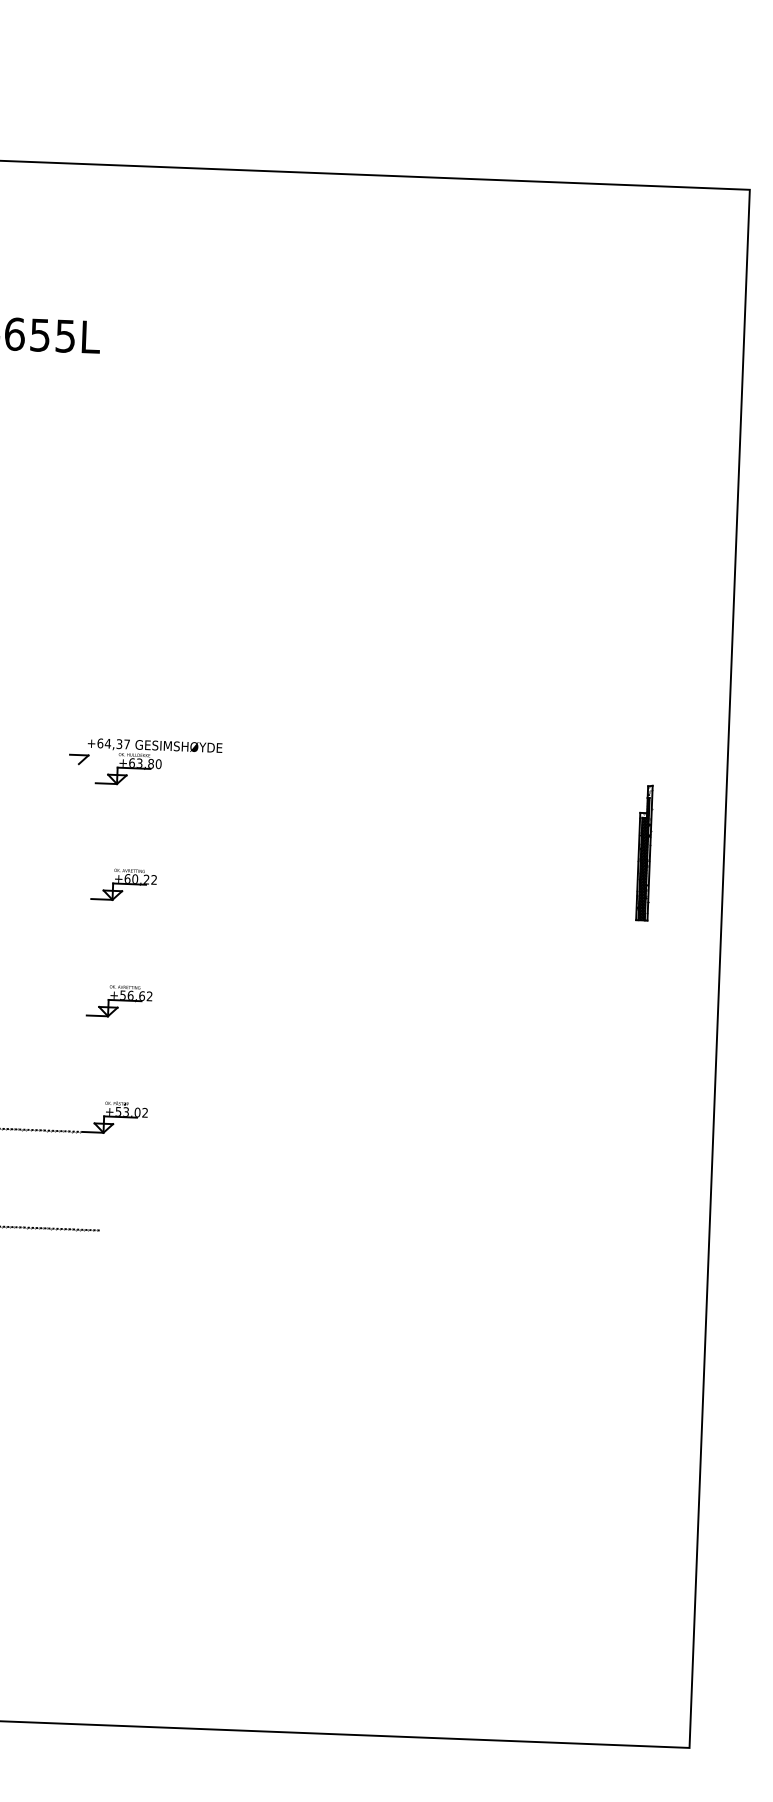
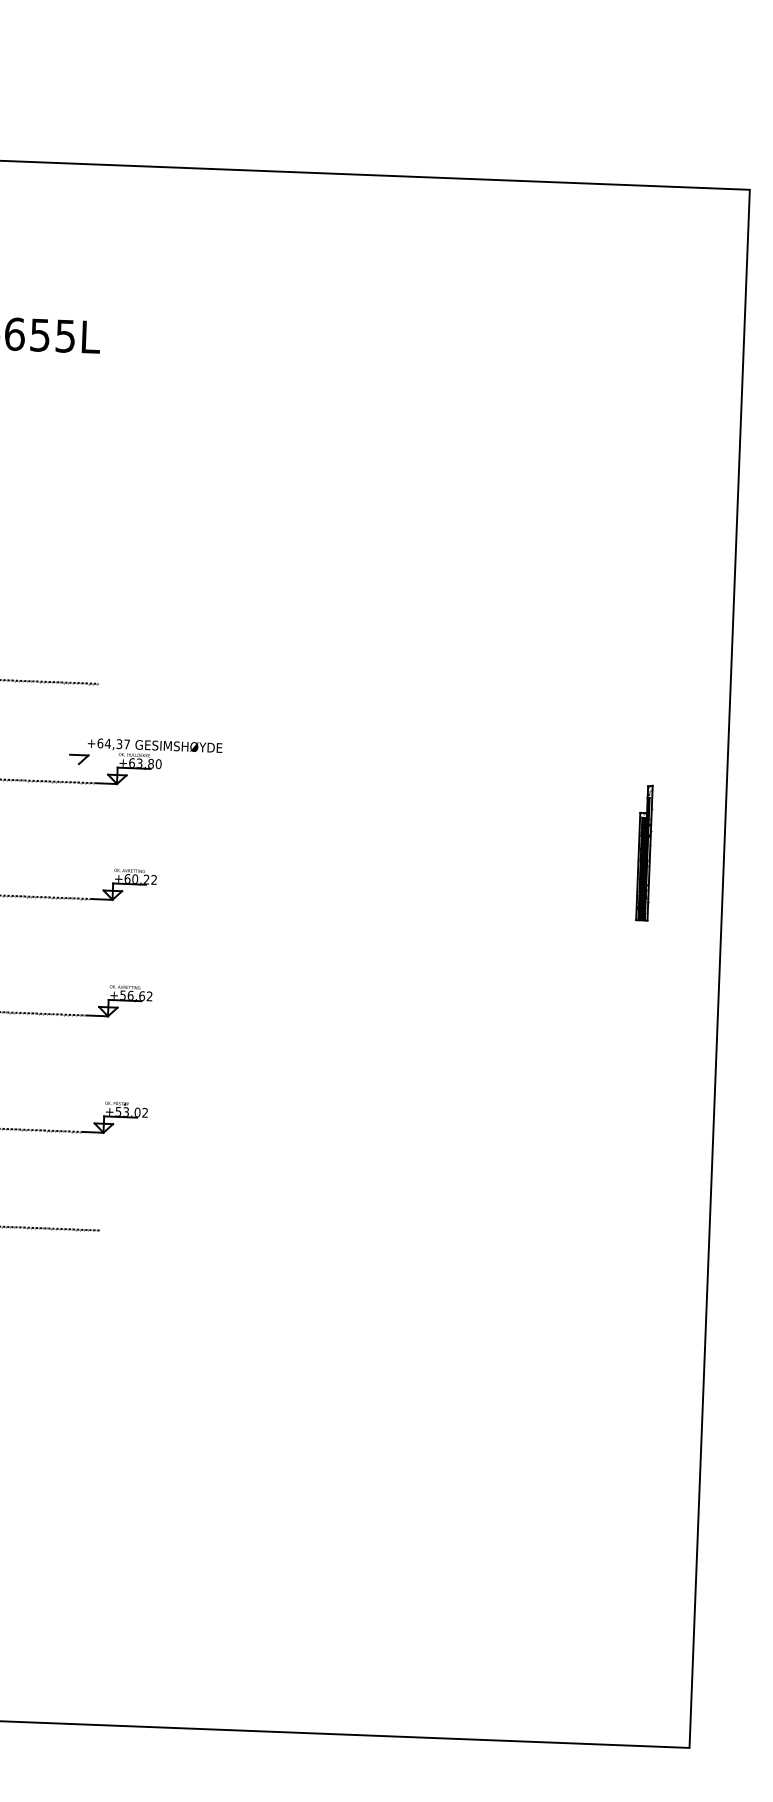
line at (50, 681): none -> present
line at (48, 781): none -> present
line at (46, 897): none -> present
line at (43, 1013): none -> present
